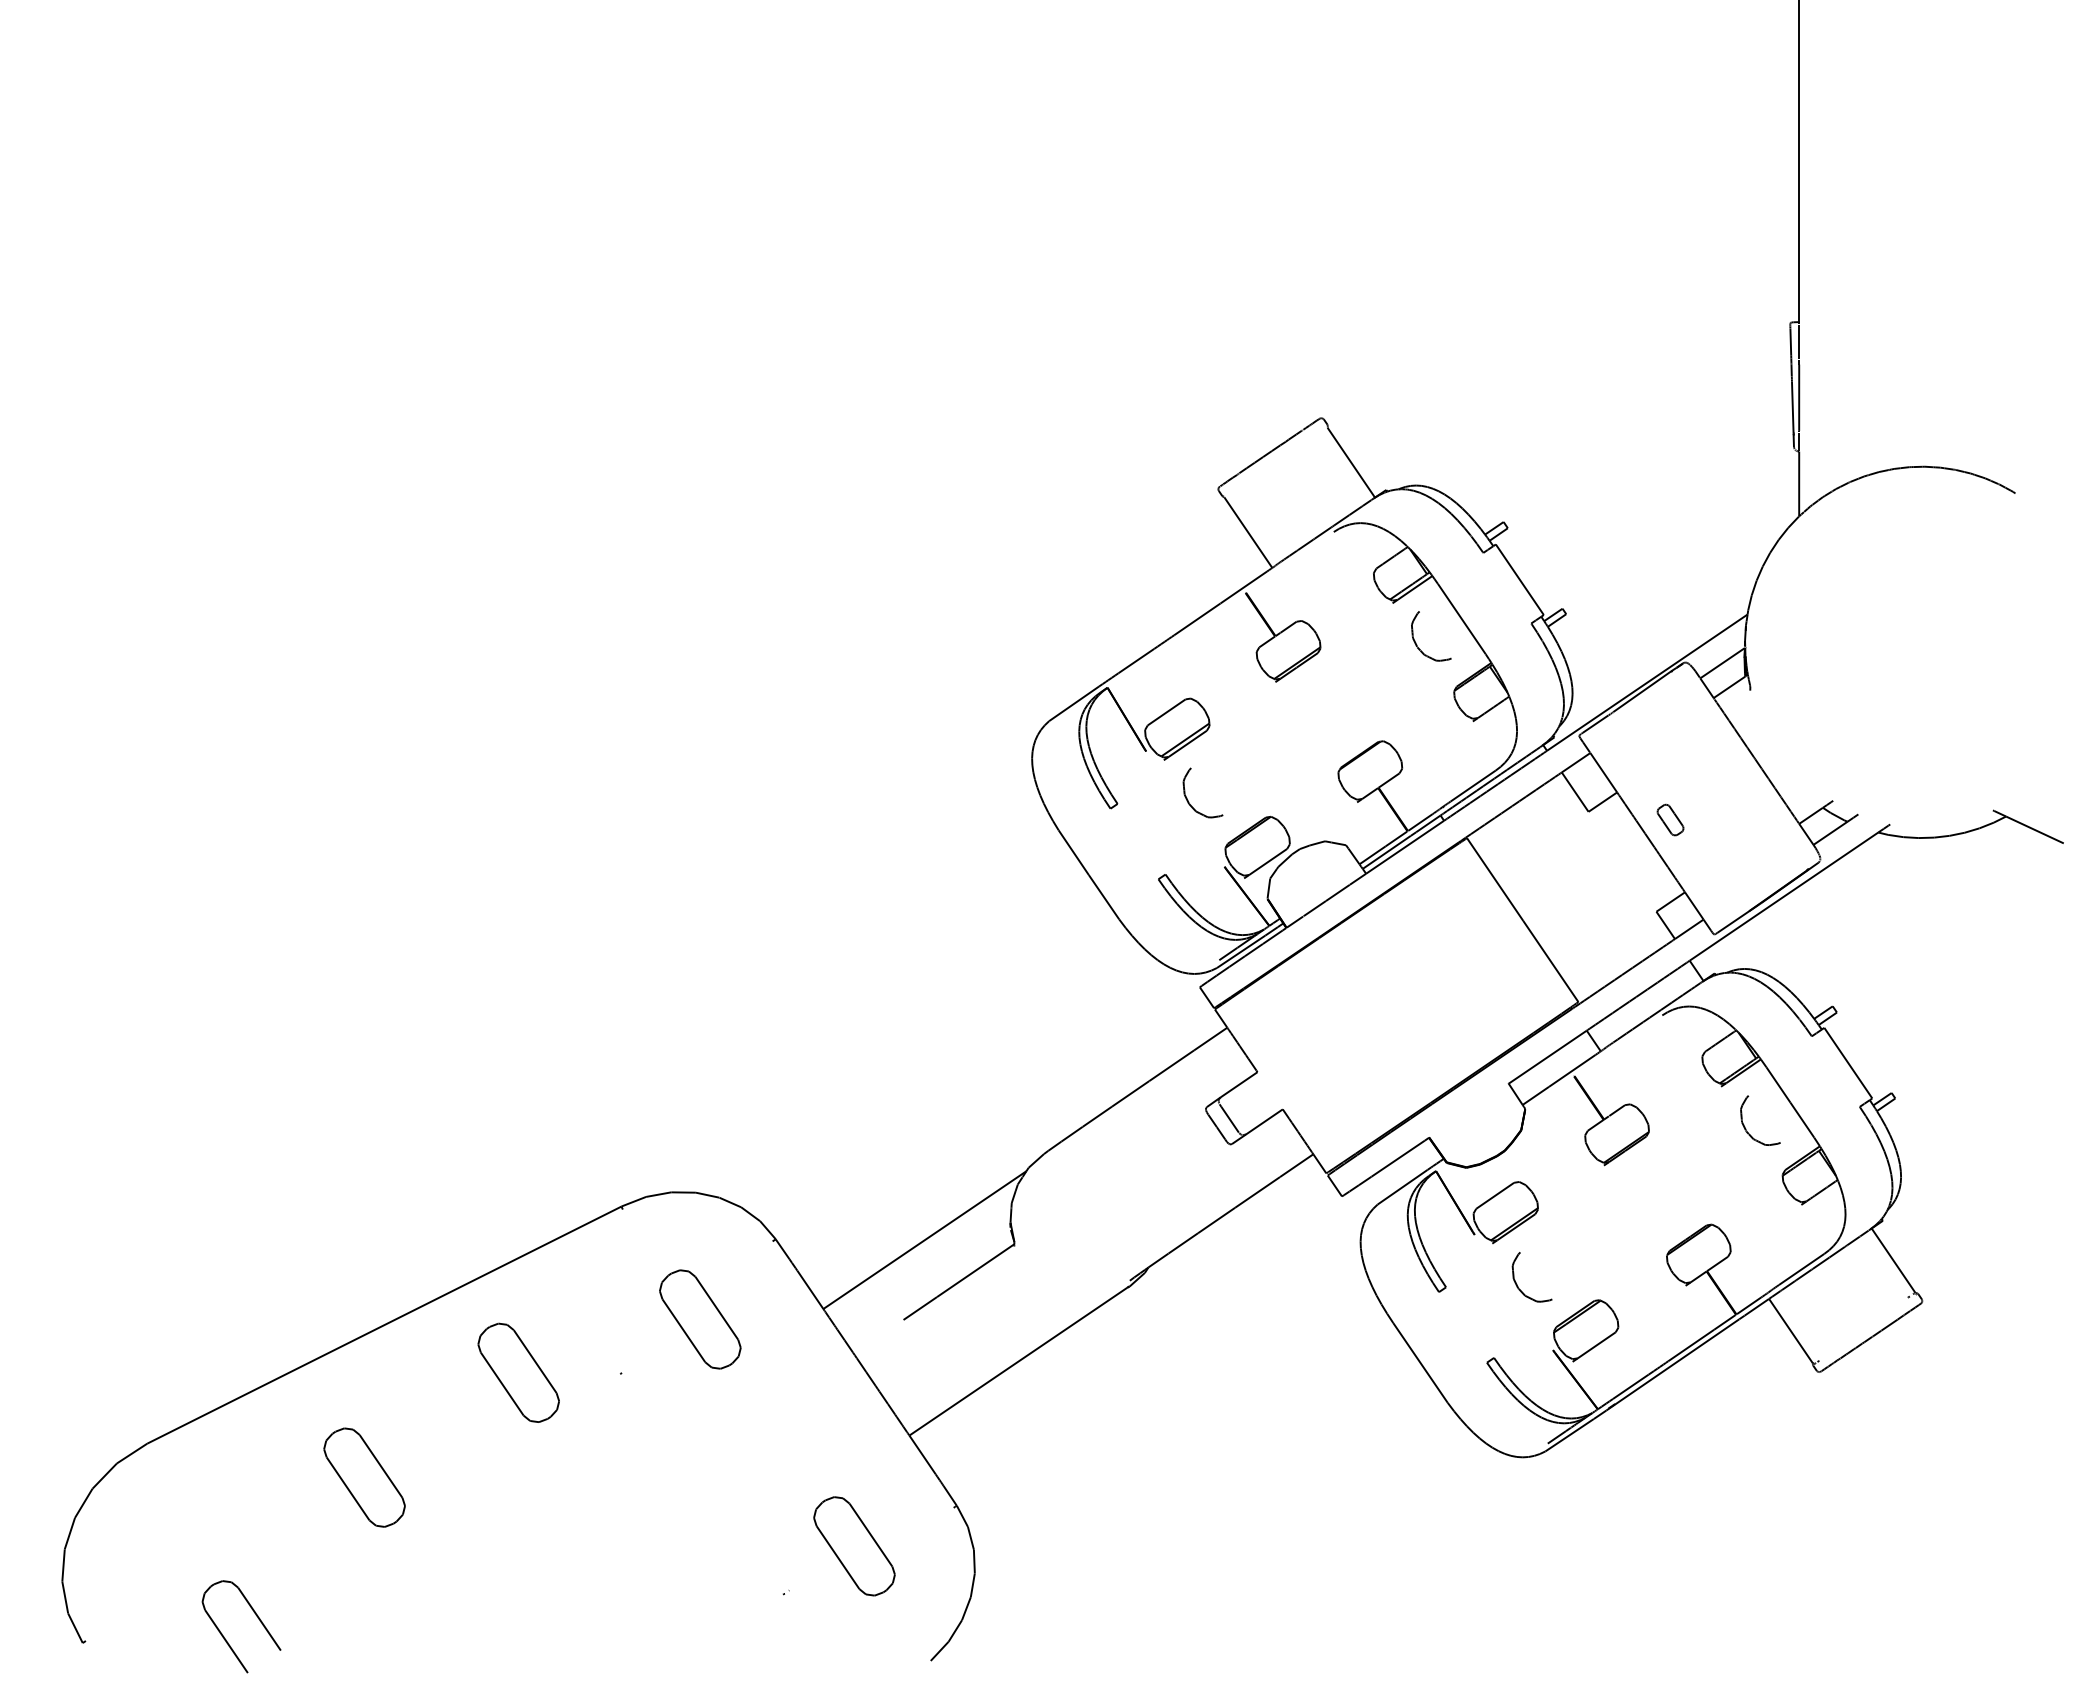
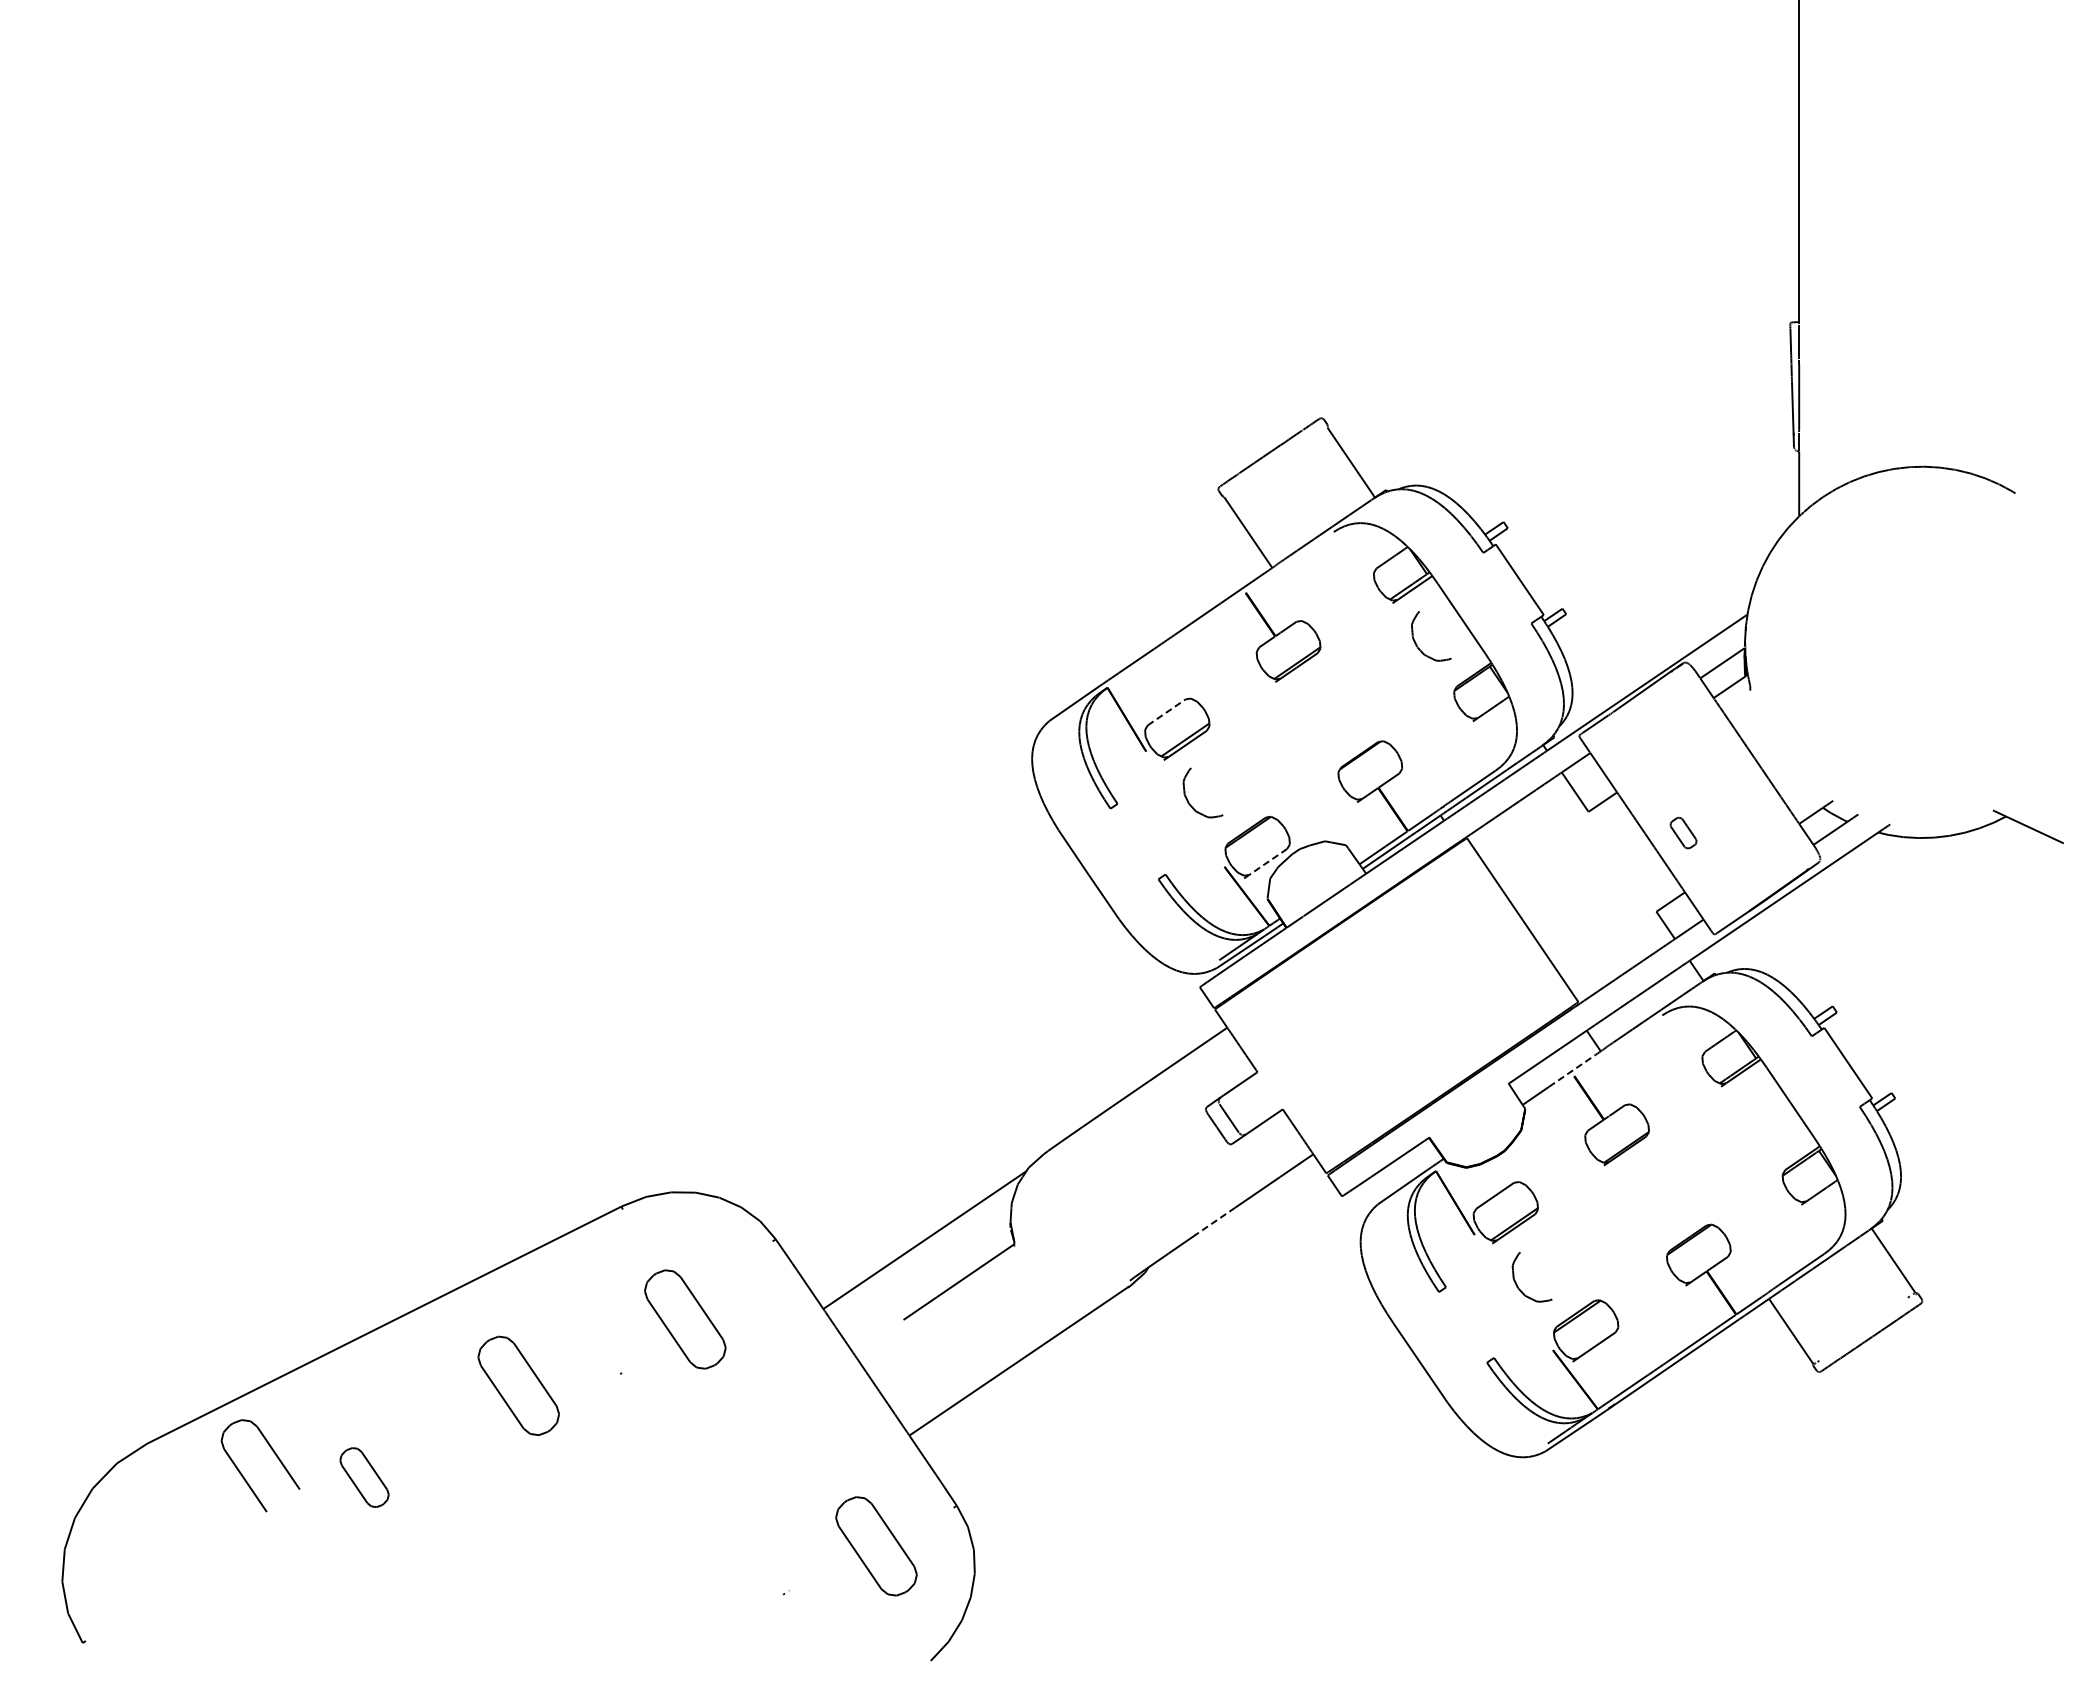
line at (1166, 712): solid -> dashed
part at (1670, 819) position: (1670, 819) -> (1683, 832)
line at (1267, 862): solid -> dashed
line at (1572, 1070): solid -> dashed
part at (1746, 1128): present -> none
line at (1216, 1220): solid -> dashed
part at (700, 1319) position: (700, 1319) -> (685, 1319)
part at (518, 1372) position: (518, 1372) -> (518, 1385)
part at (364, 1477) size: 83x101 px -> 51x61 px
part at (854, 1546) position: (854, 1546) -> (876, 1546)
part at (255, 1615) position: (255, 1615) -> (274, 1454)
